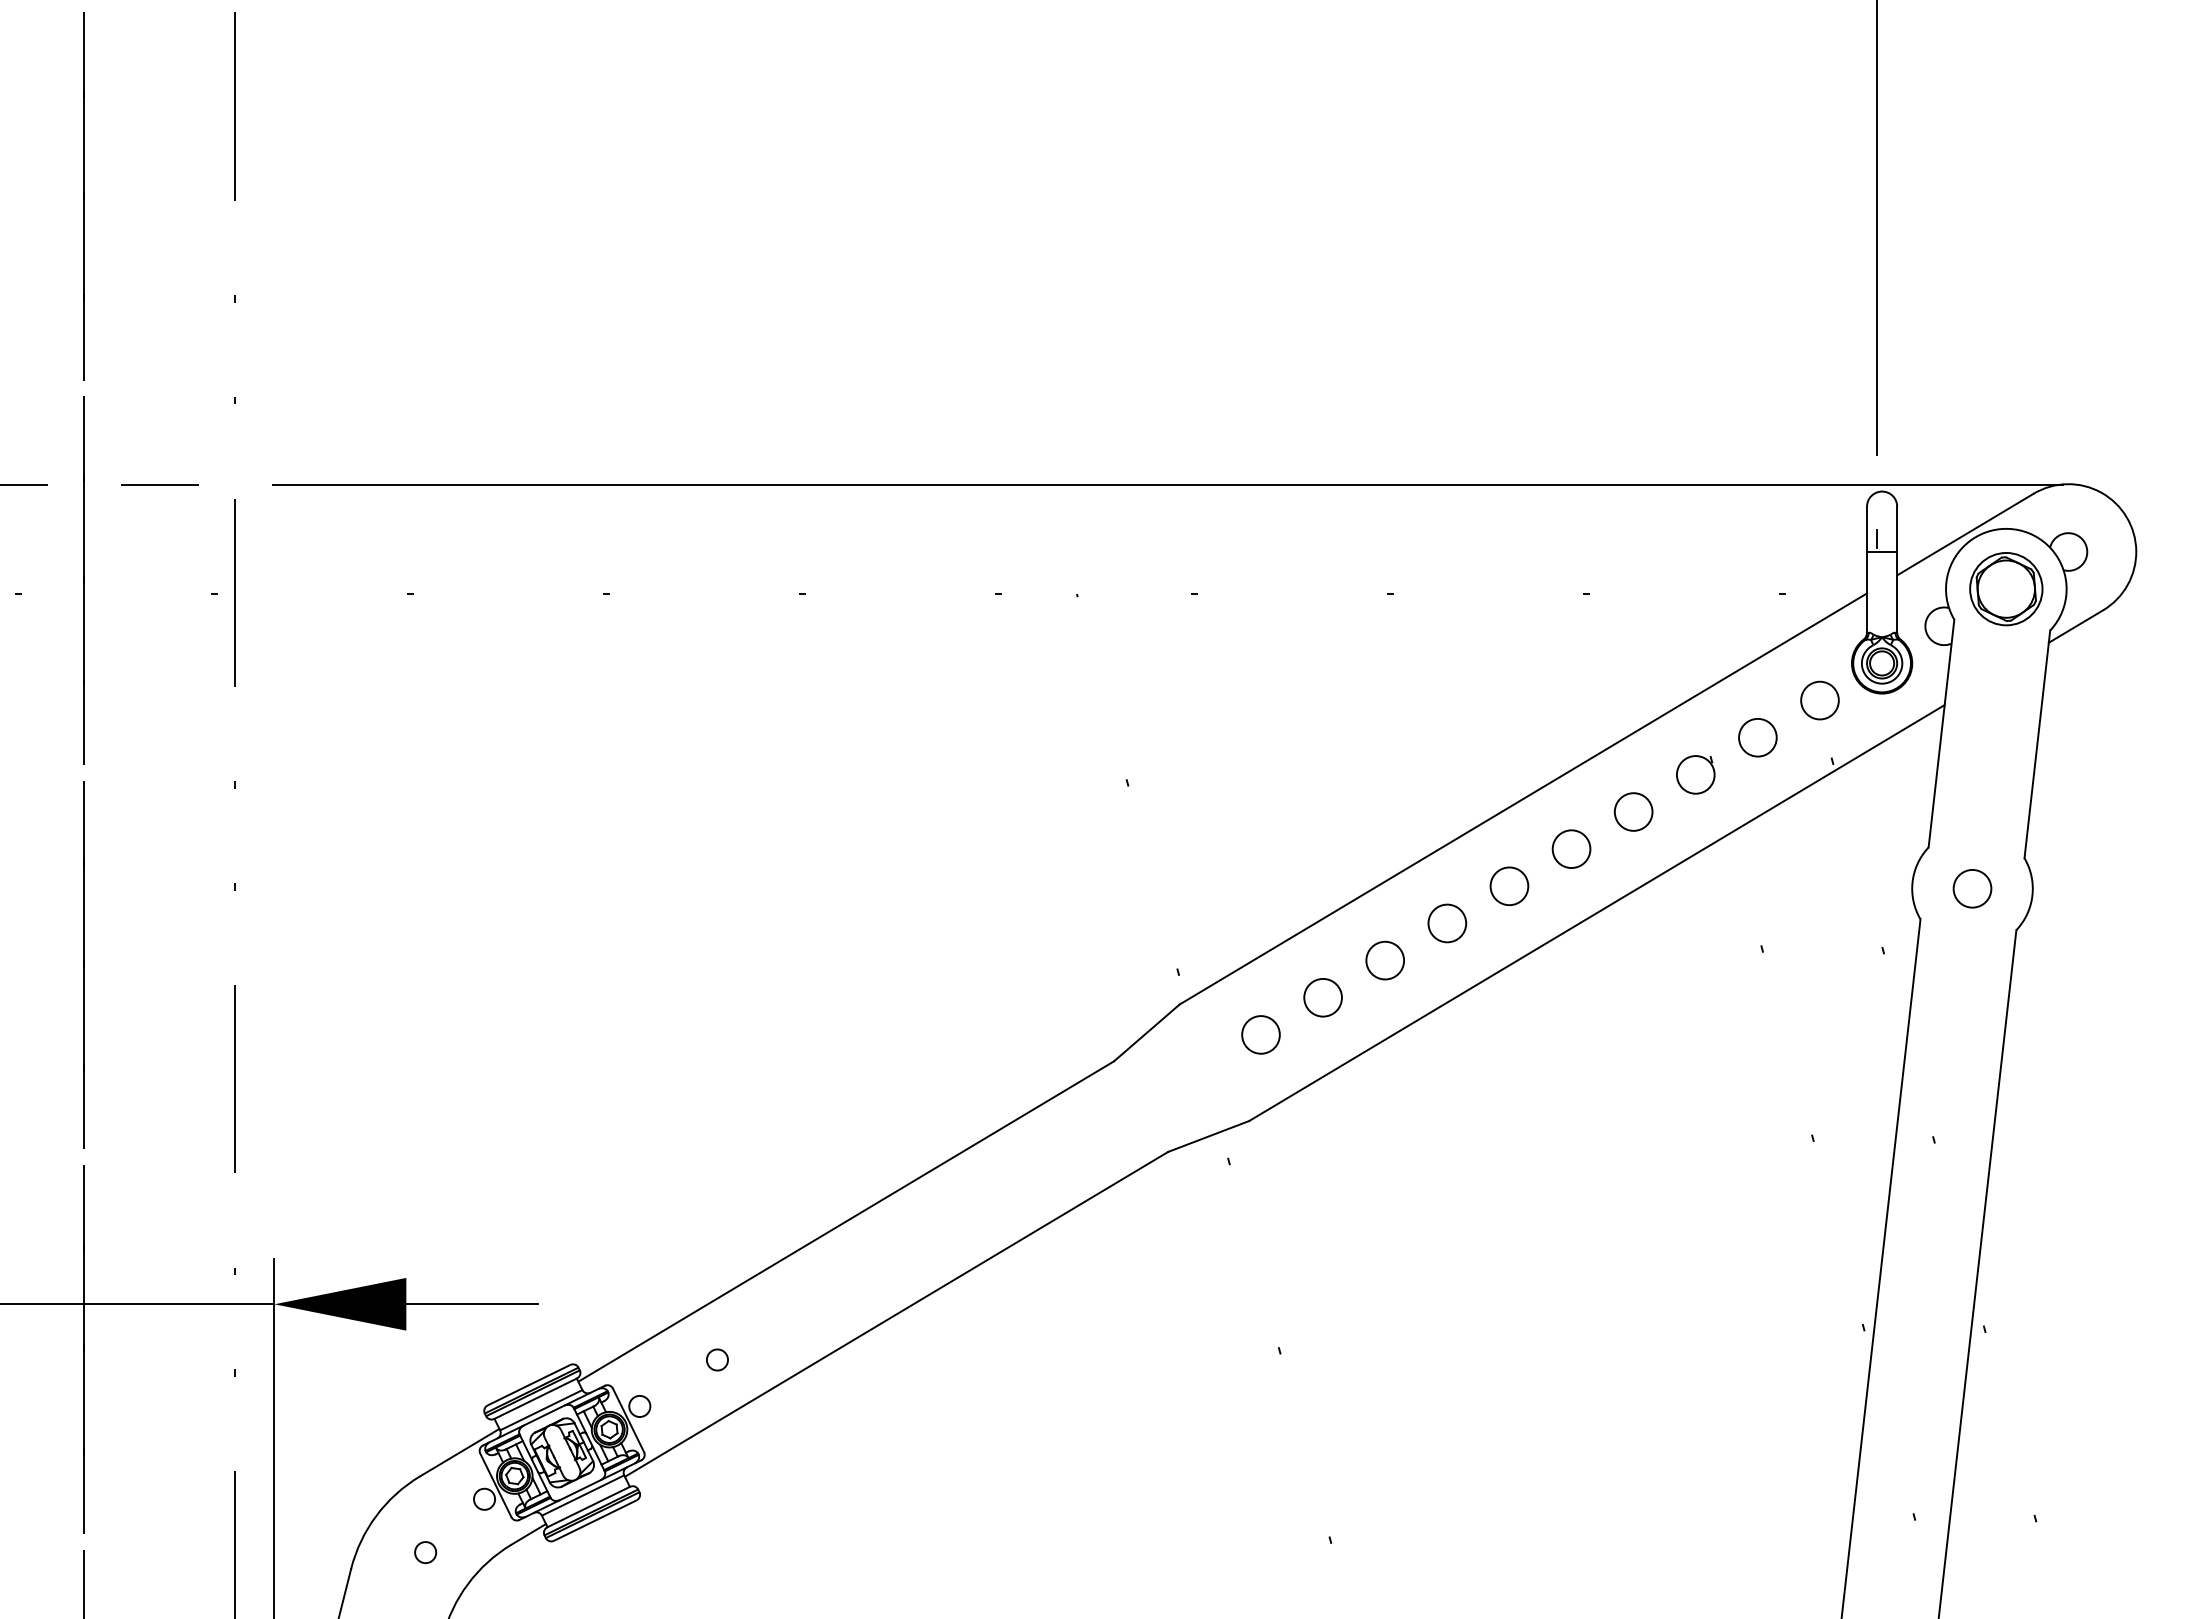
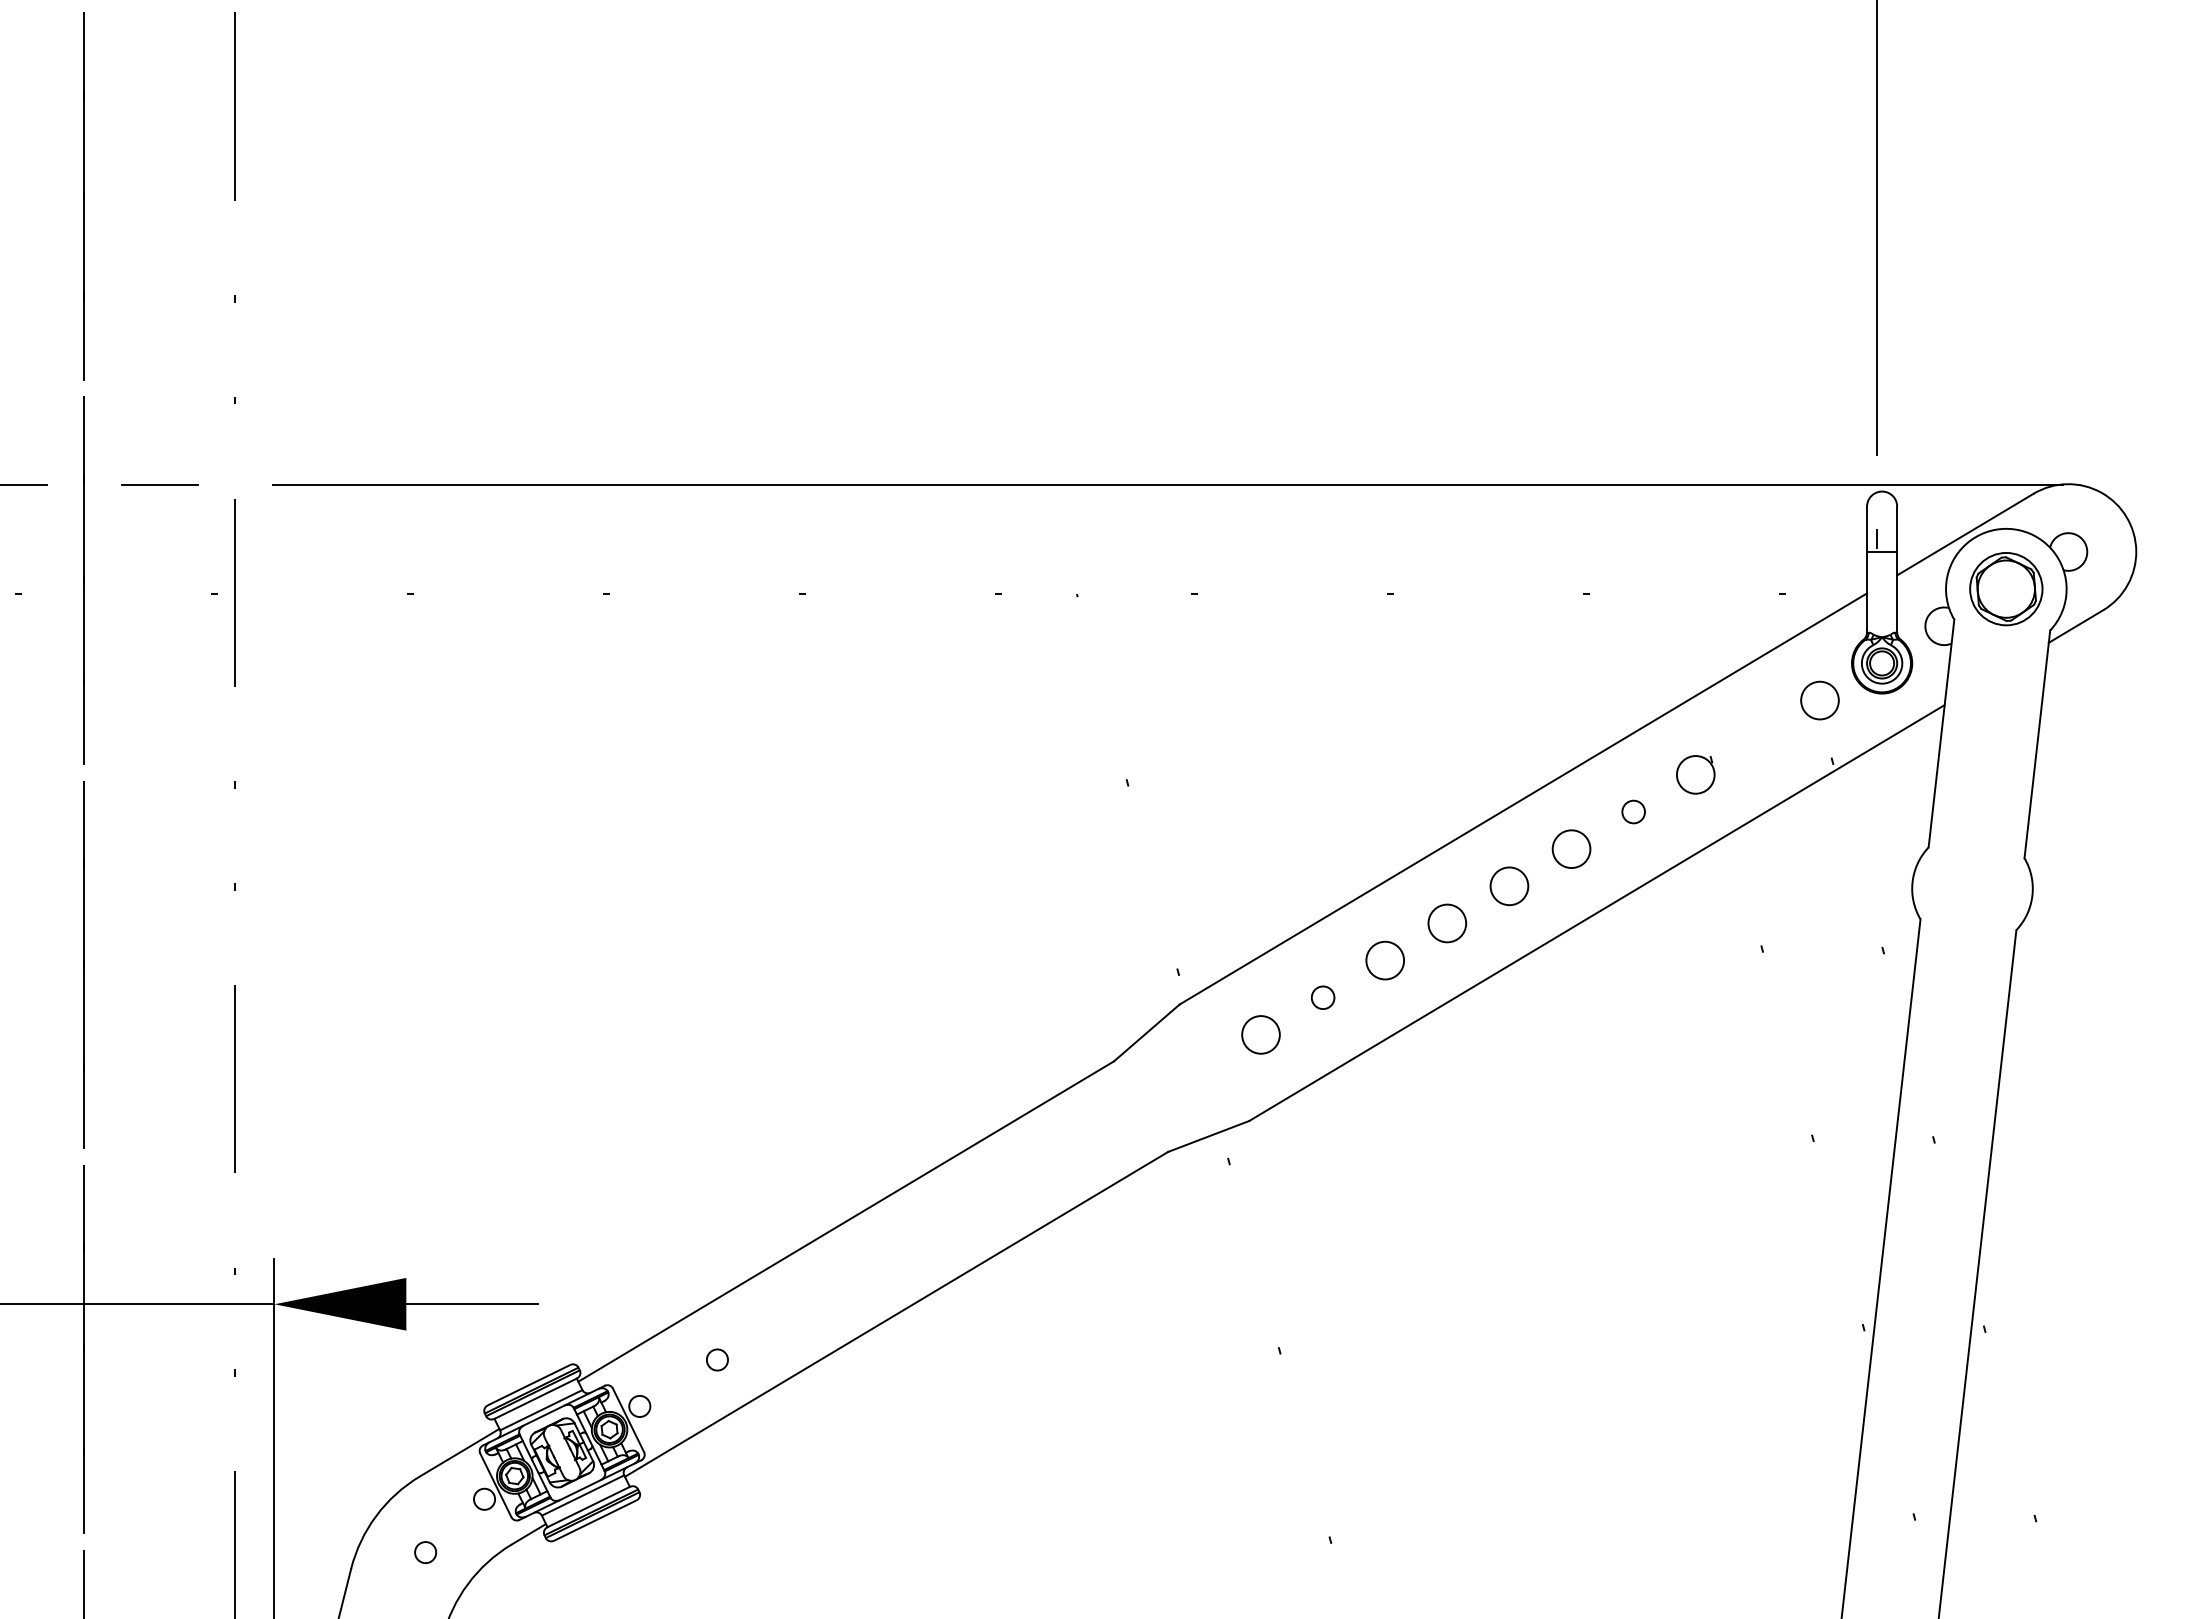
circle at (1757, 737): present -> none
circle at (1633, 811) diameter: 38 px -> 23 px
circle at (1972, 888): present -> none
circle at (1322, 997) diameter: 38 px -> 23 px
